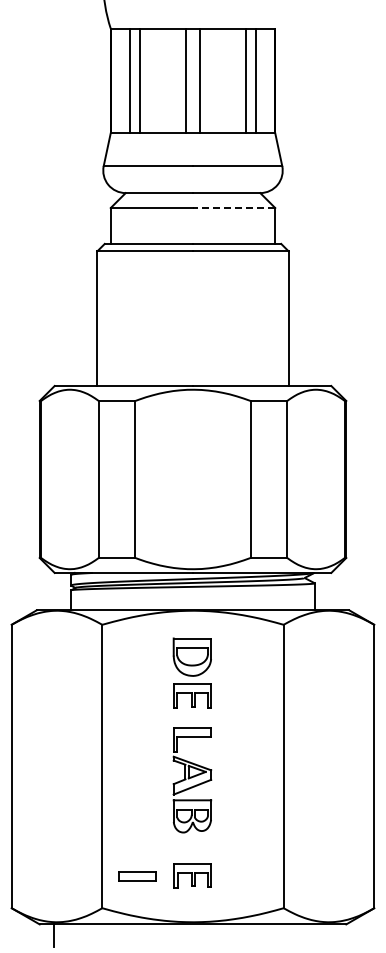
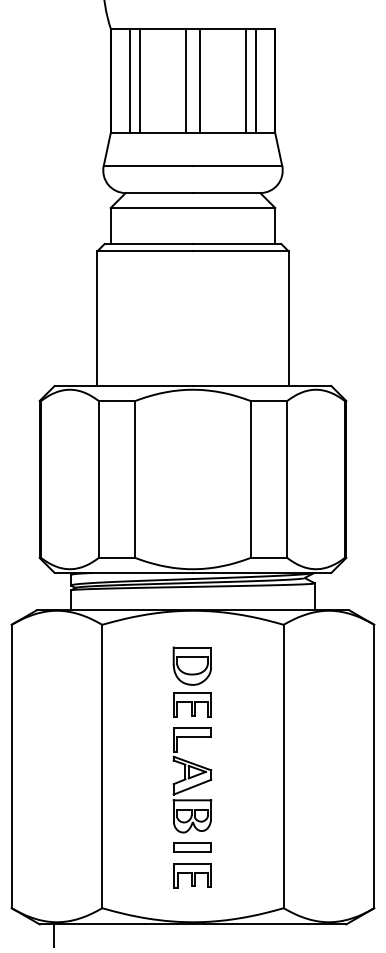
line at (233, 208): dashed -> solid
part at (191, 672) position: (191, 672) -> (191, 681)
part at (137, 876) position: (137, 876) -> (192, 847)
